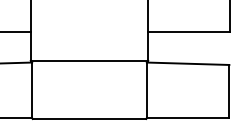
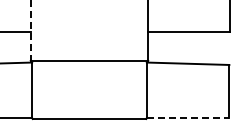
line at (30, 31): solid -> dashed
line at (188, 117): solid -> dashed
